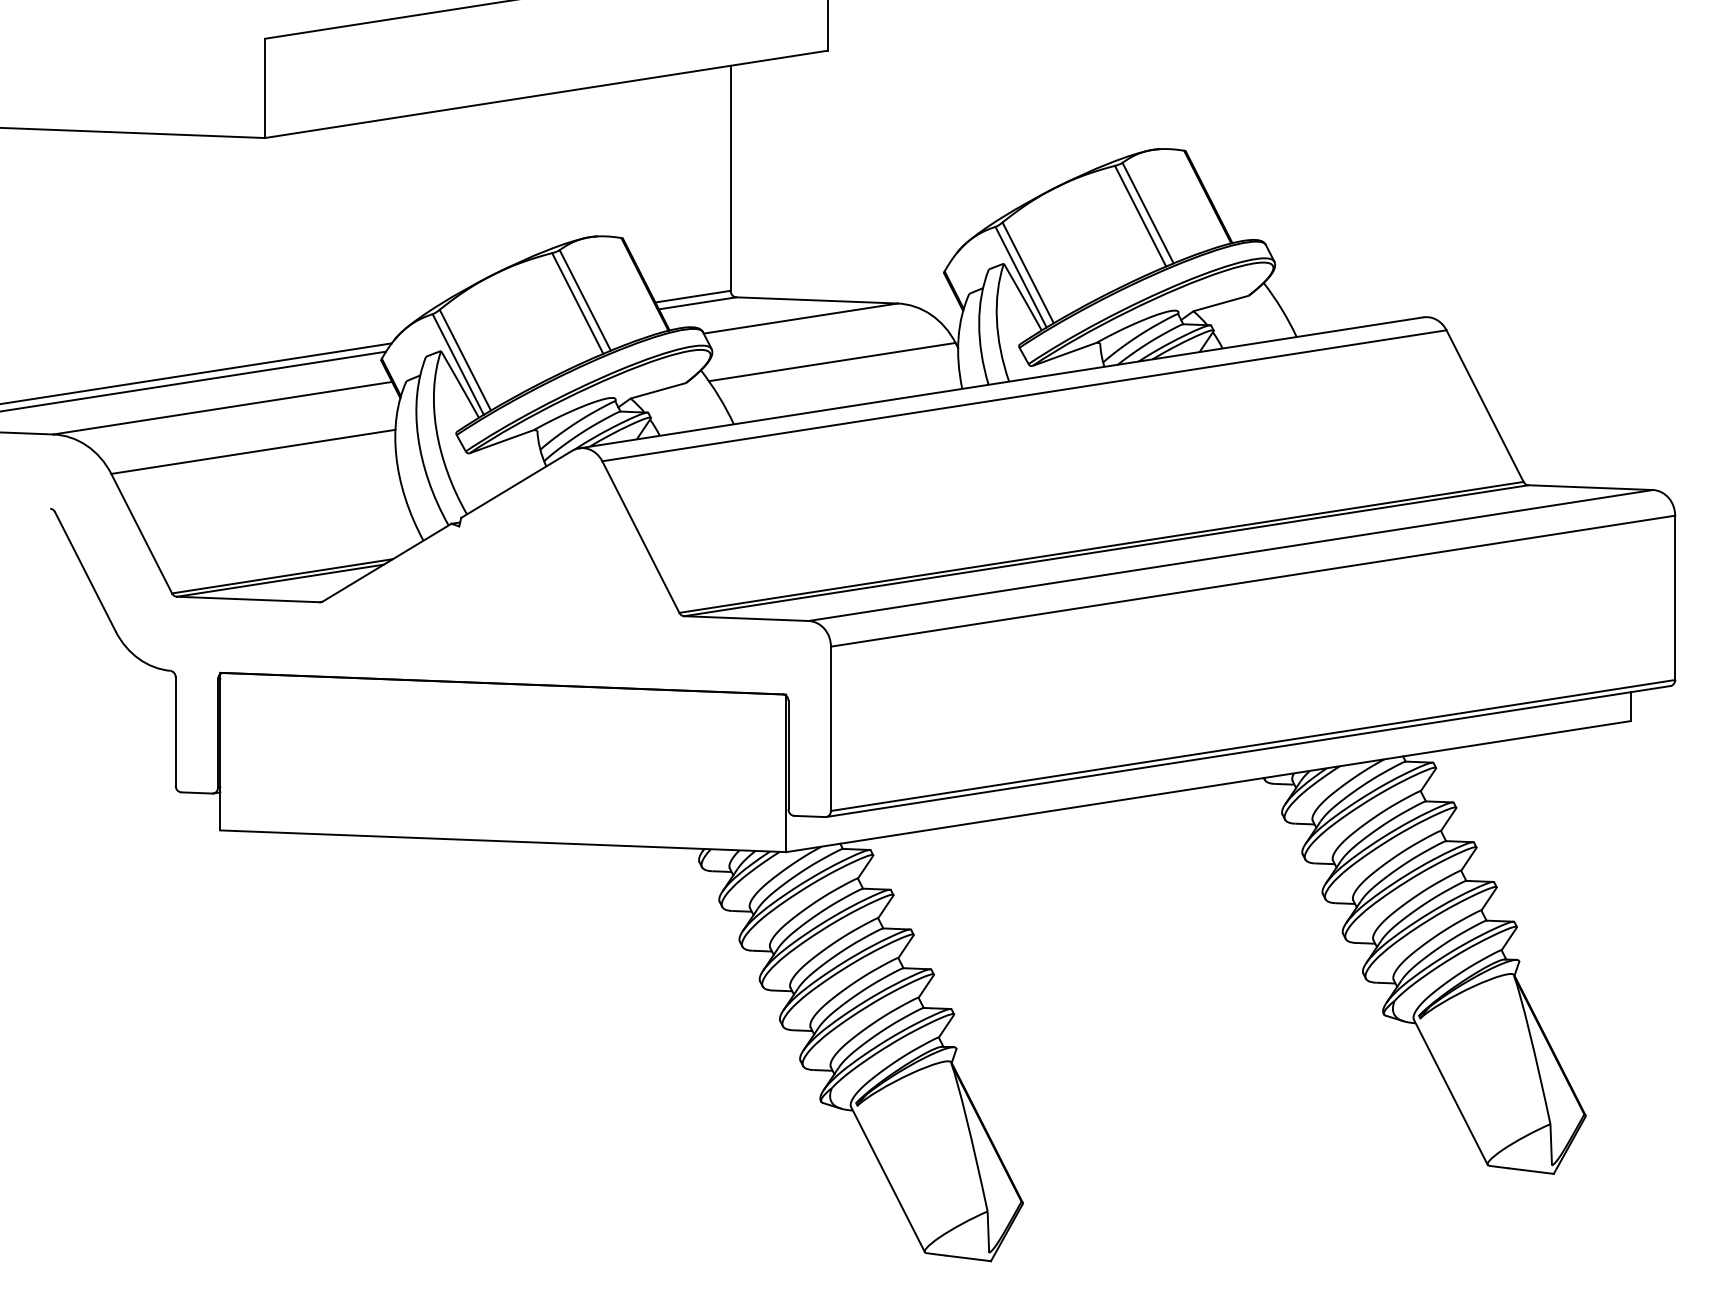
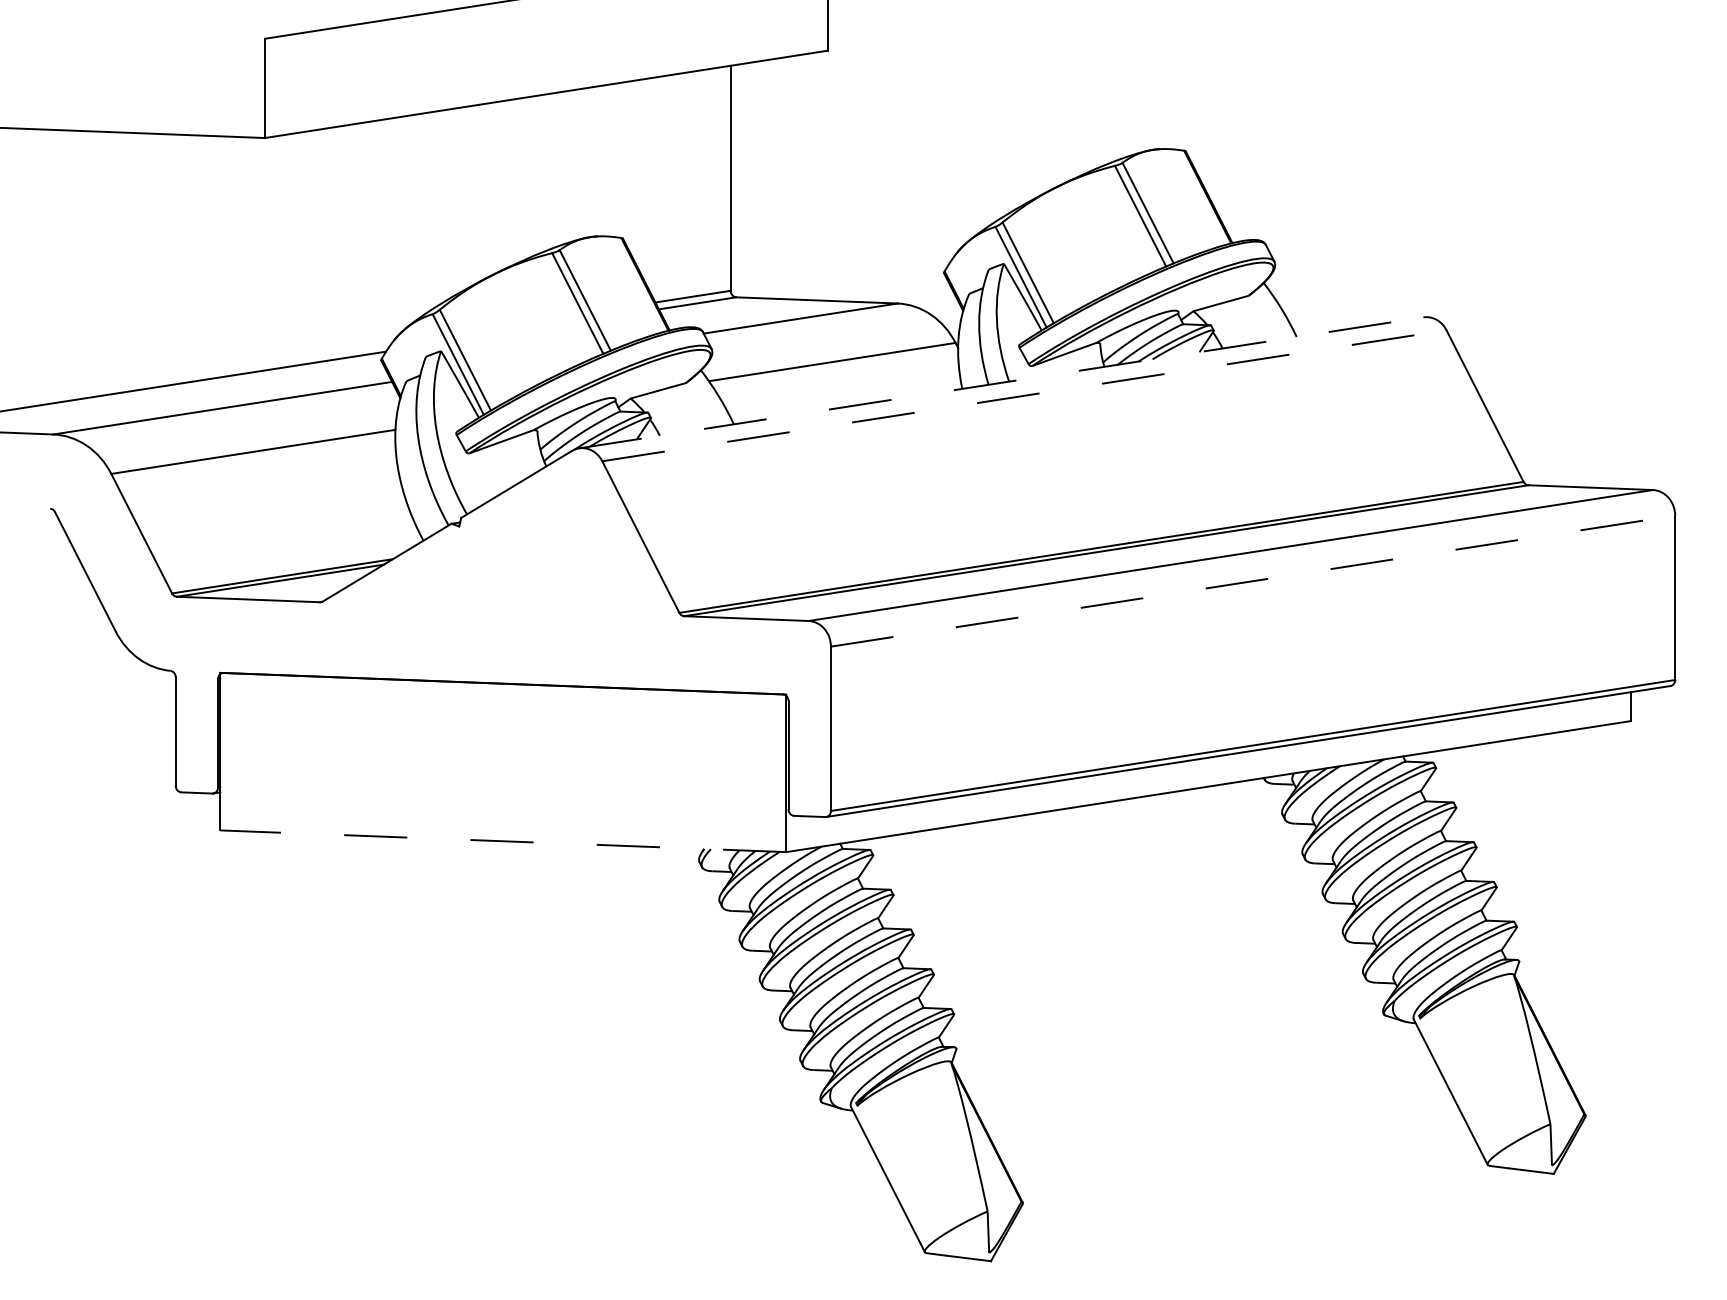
line at (196, 373): present -> none
line at (1001, 382): solid -> dashed
line at (1024, 395): solid -> dashed
line at (1253, 581): solid -> dashed
line at (502, 841): solid -> dashed
